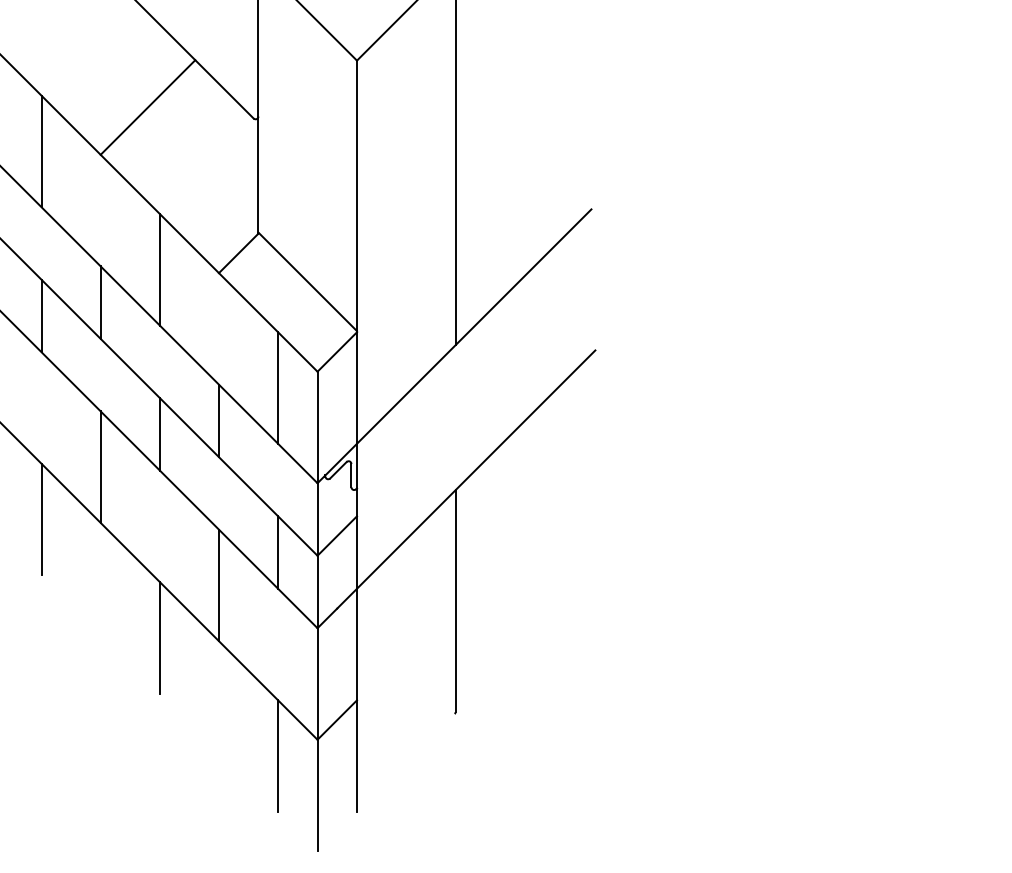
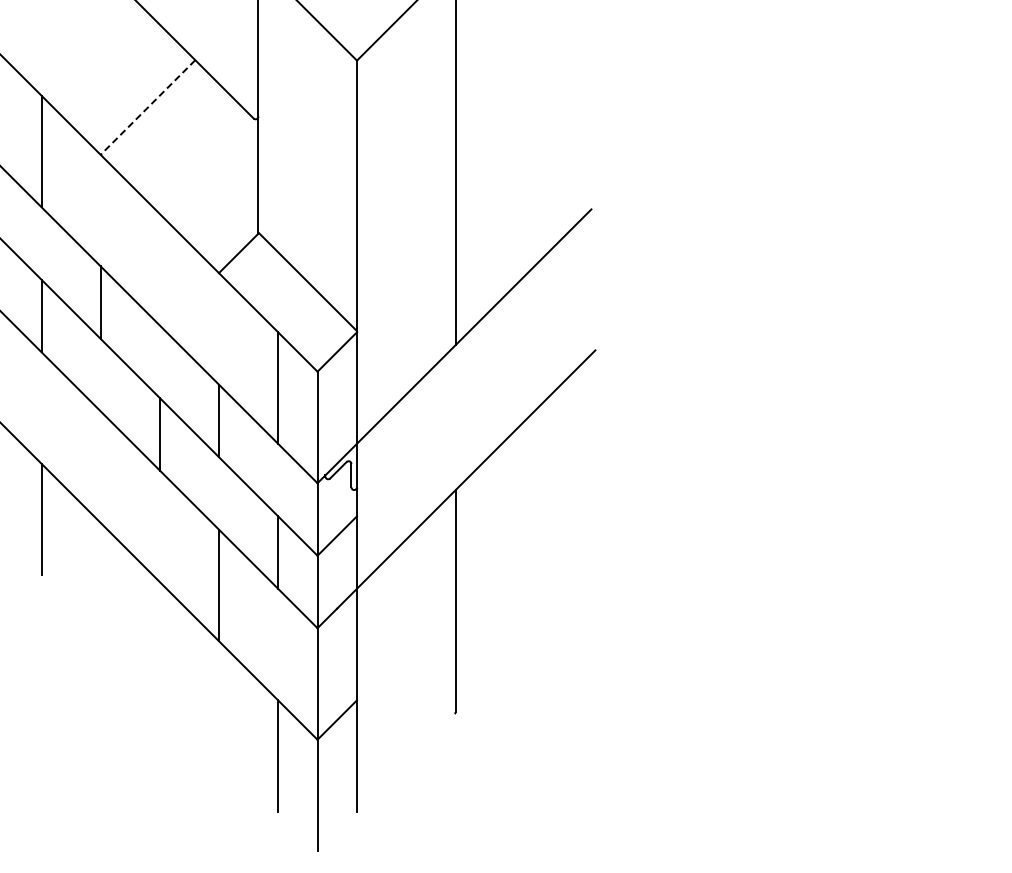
line at (148, 107): solid -> dashed
line at (159, 269): present -> none
line at (100, 466): present -> none
line at (159, 637): present -> none
